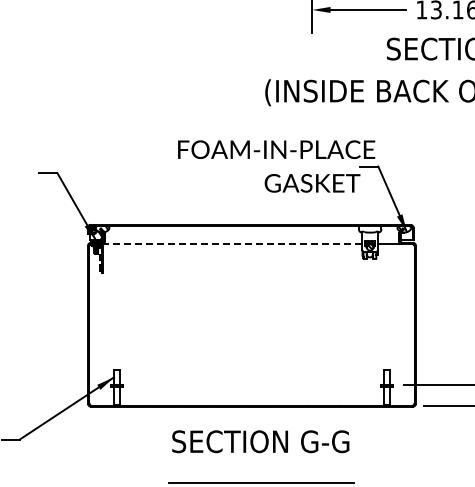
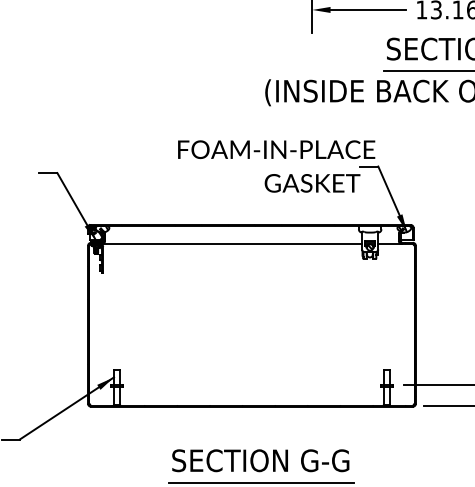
line at (427, 71): none -> present
line at (231, 244): dashed -> solid
text at (260, 441) position: (260, 441) -> (260, 460)
